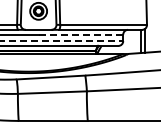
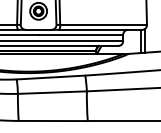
line at (80, 34): dashed -> solid
line at (62, 41): dashed -> solid
